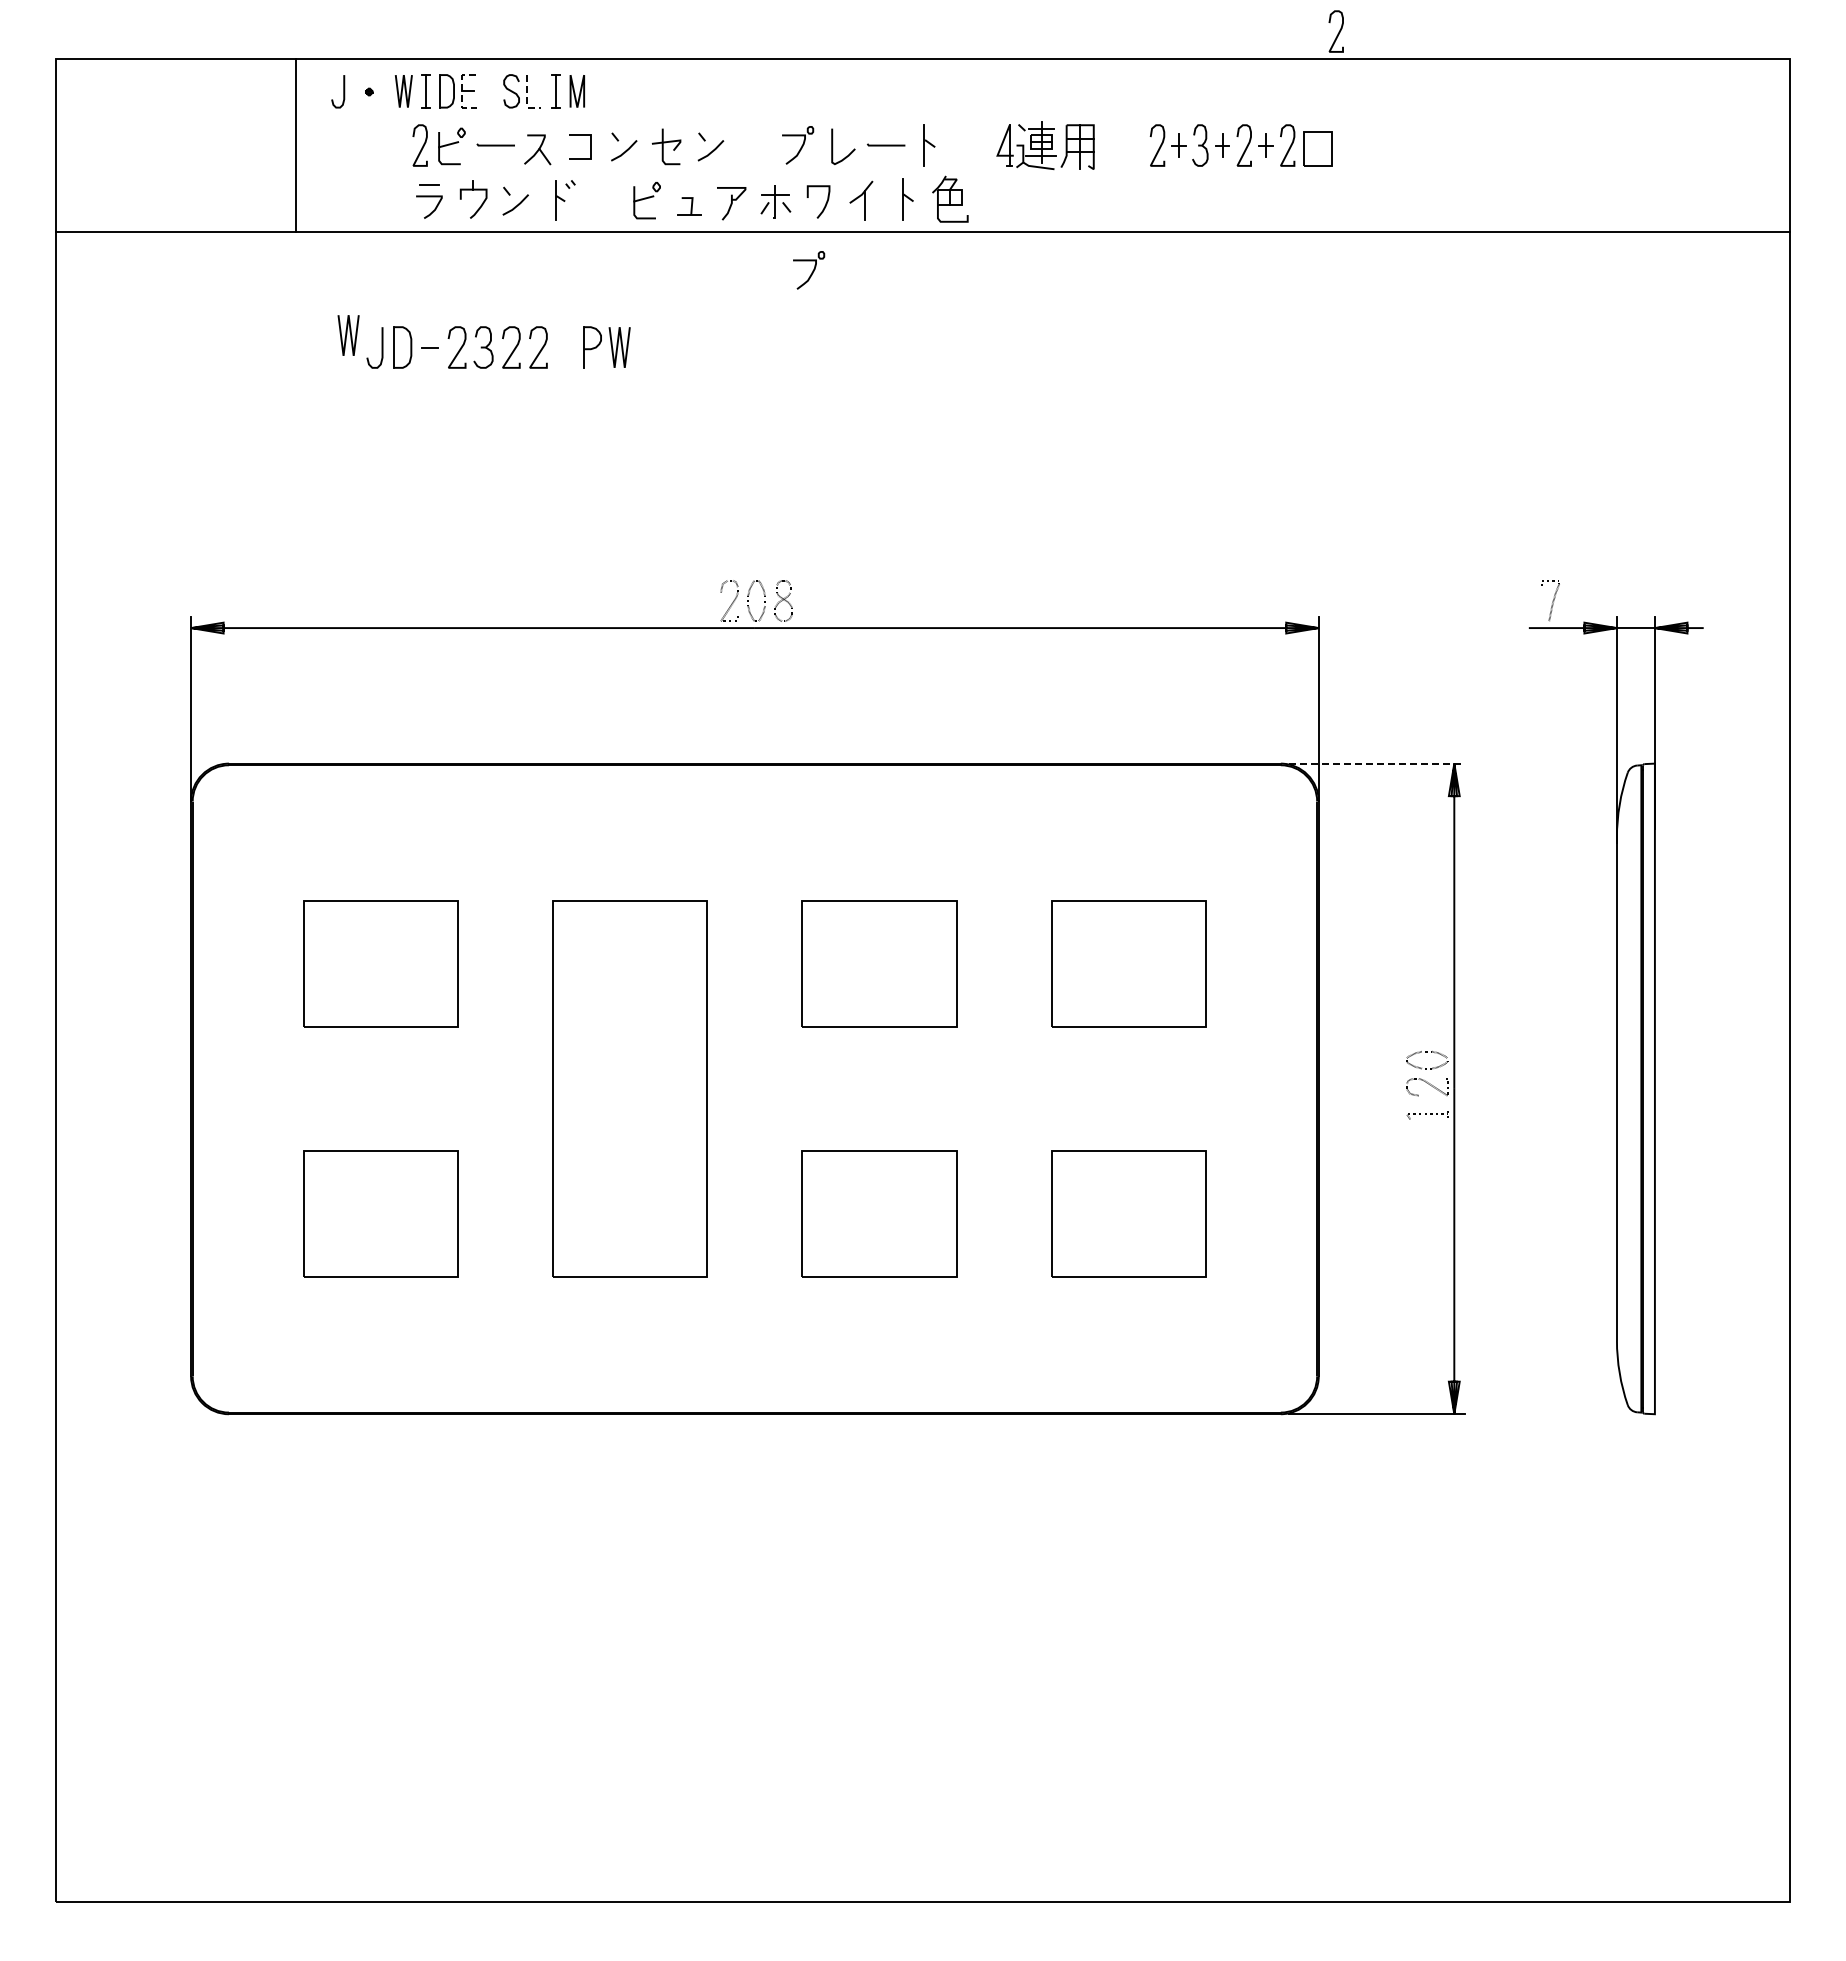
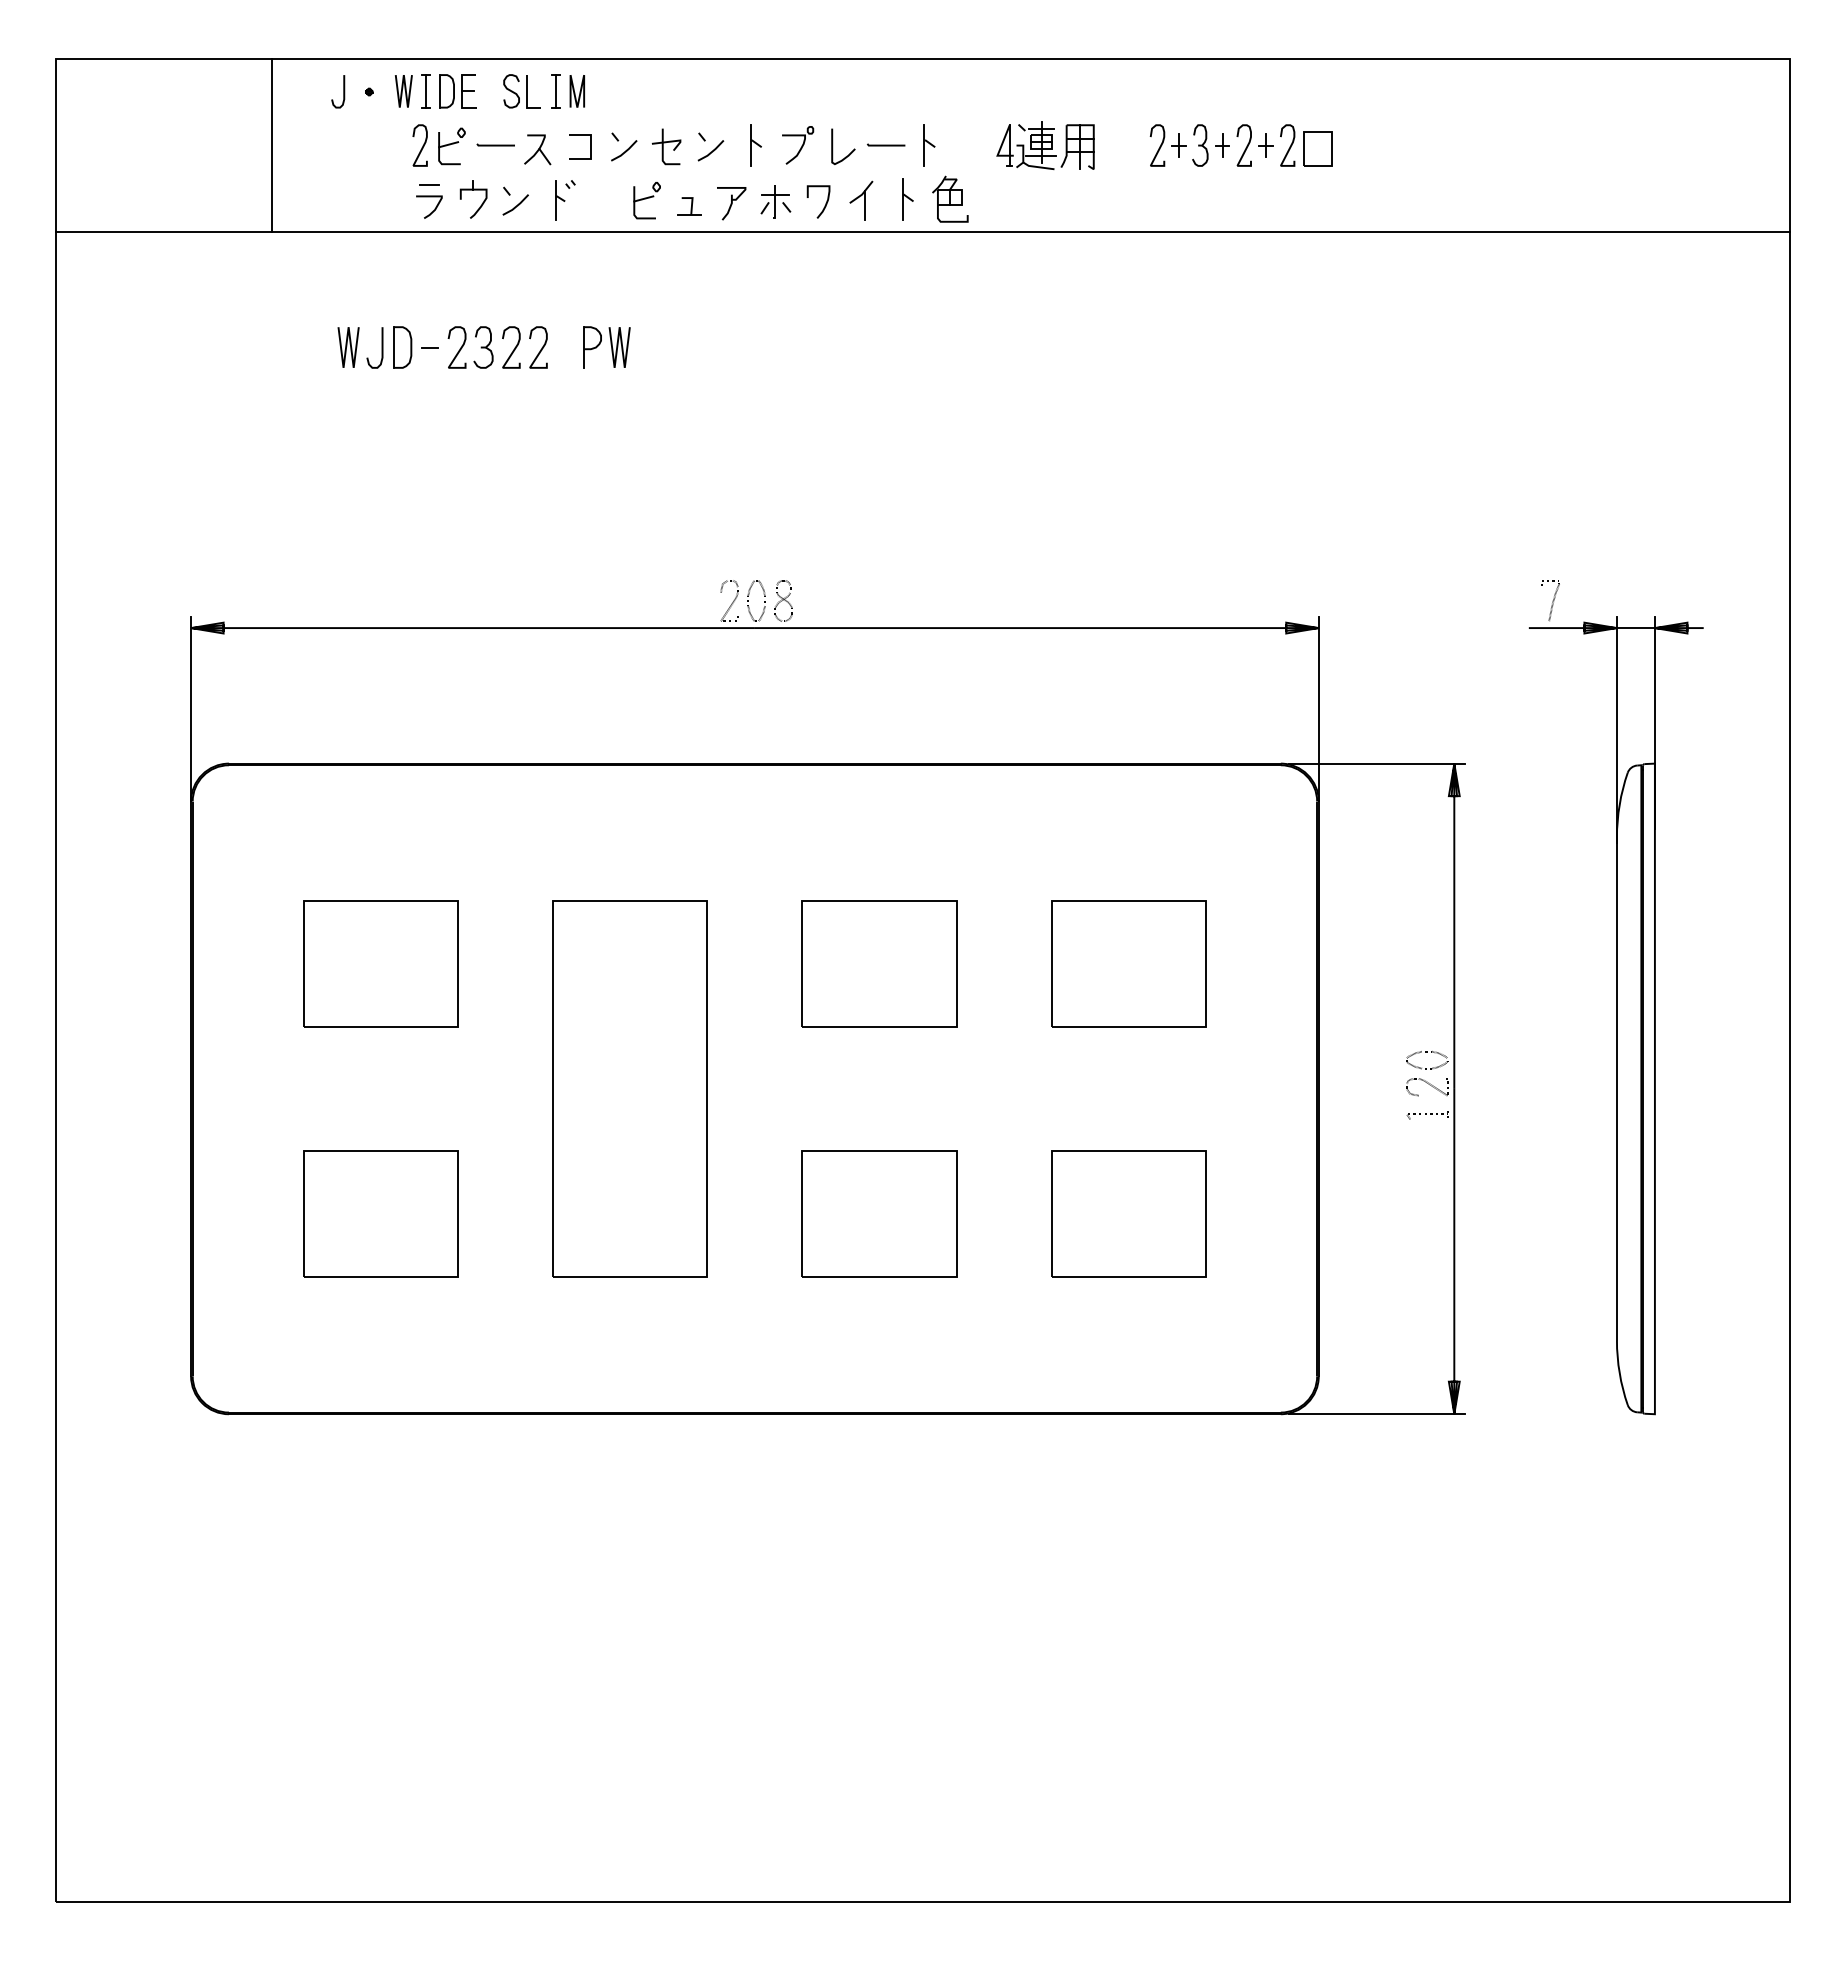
curve at (1337, 33): present -> none
line at (462, 91): dashed -> solid
line at (527, 98): dashed -> solid
line at (296, 145) position: (296, 145) -> (272, 145)
part at (755, 145): none -> present
part at (809, 270): present -> none
line at (347, 334) position: (347, 334) -> (347, 346)
line at (1377, 763): dashed -> solid
